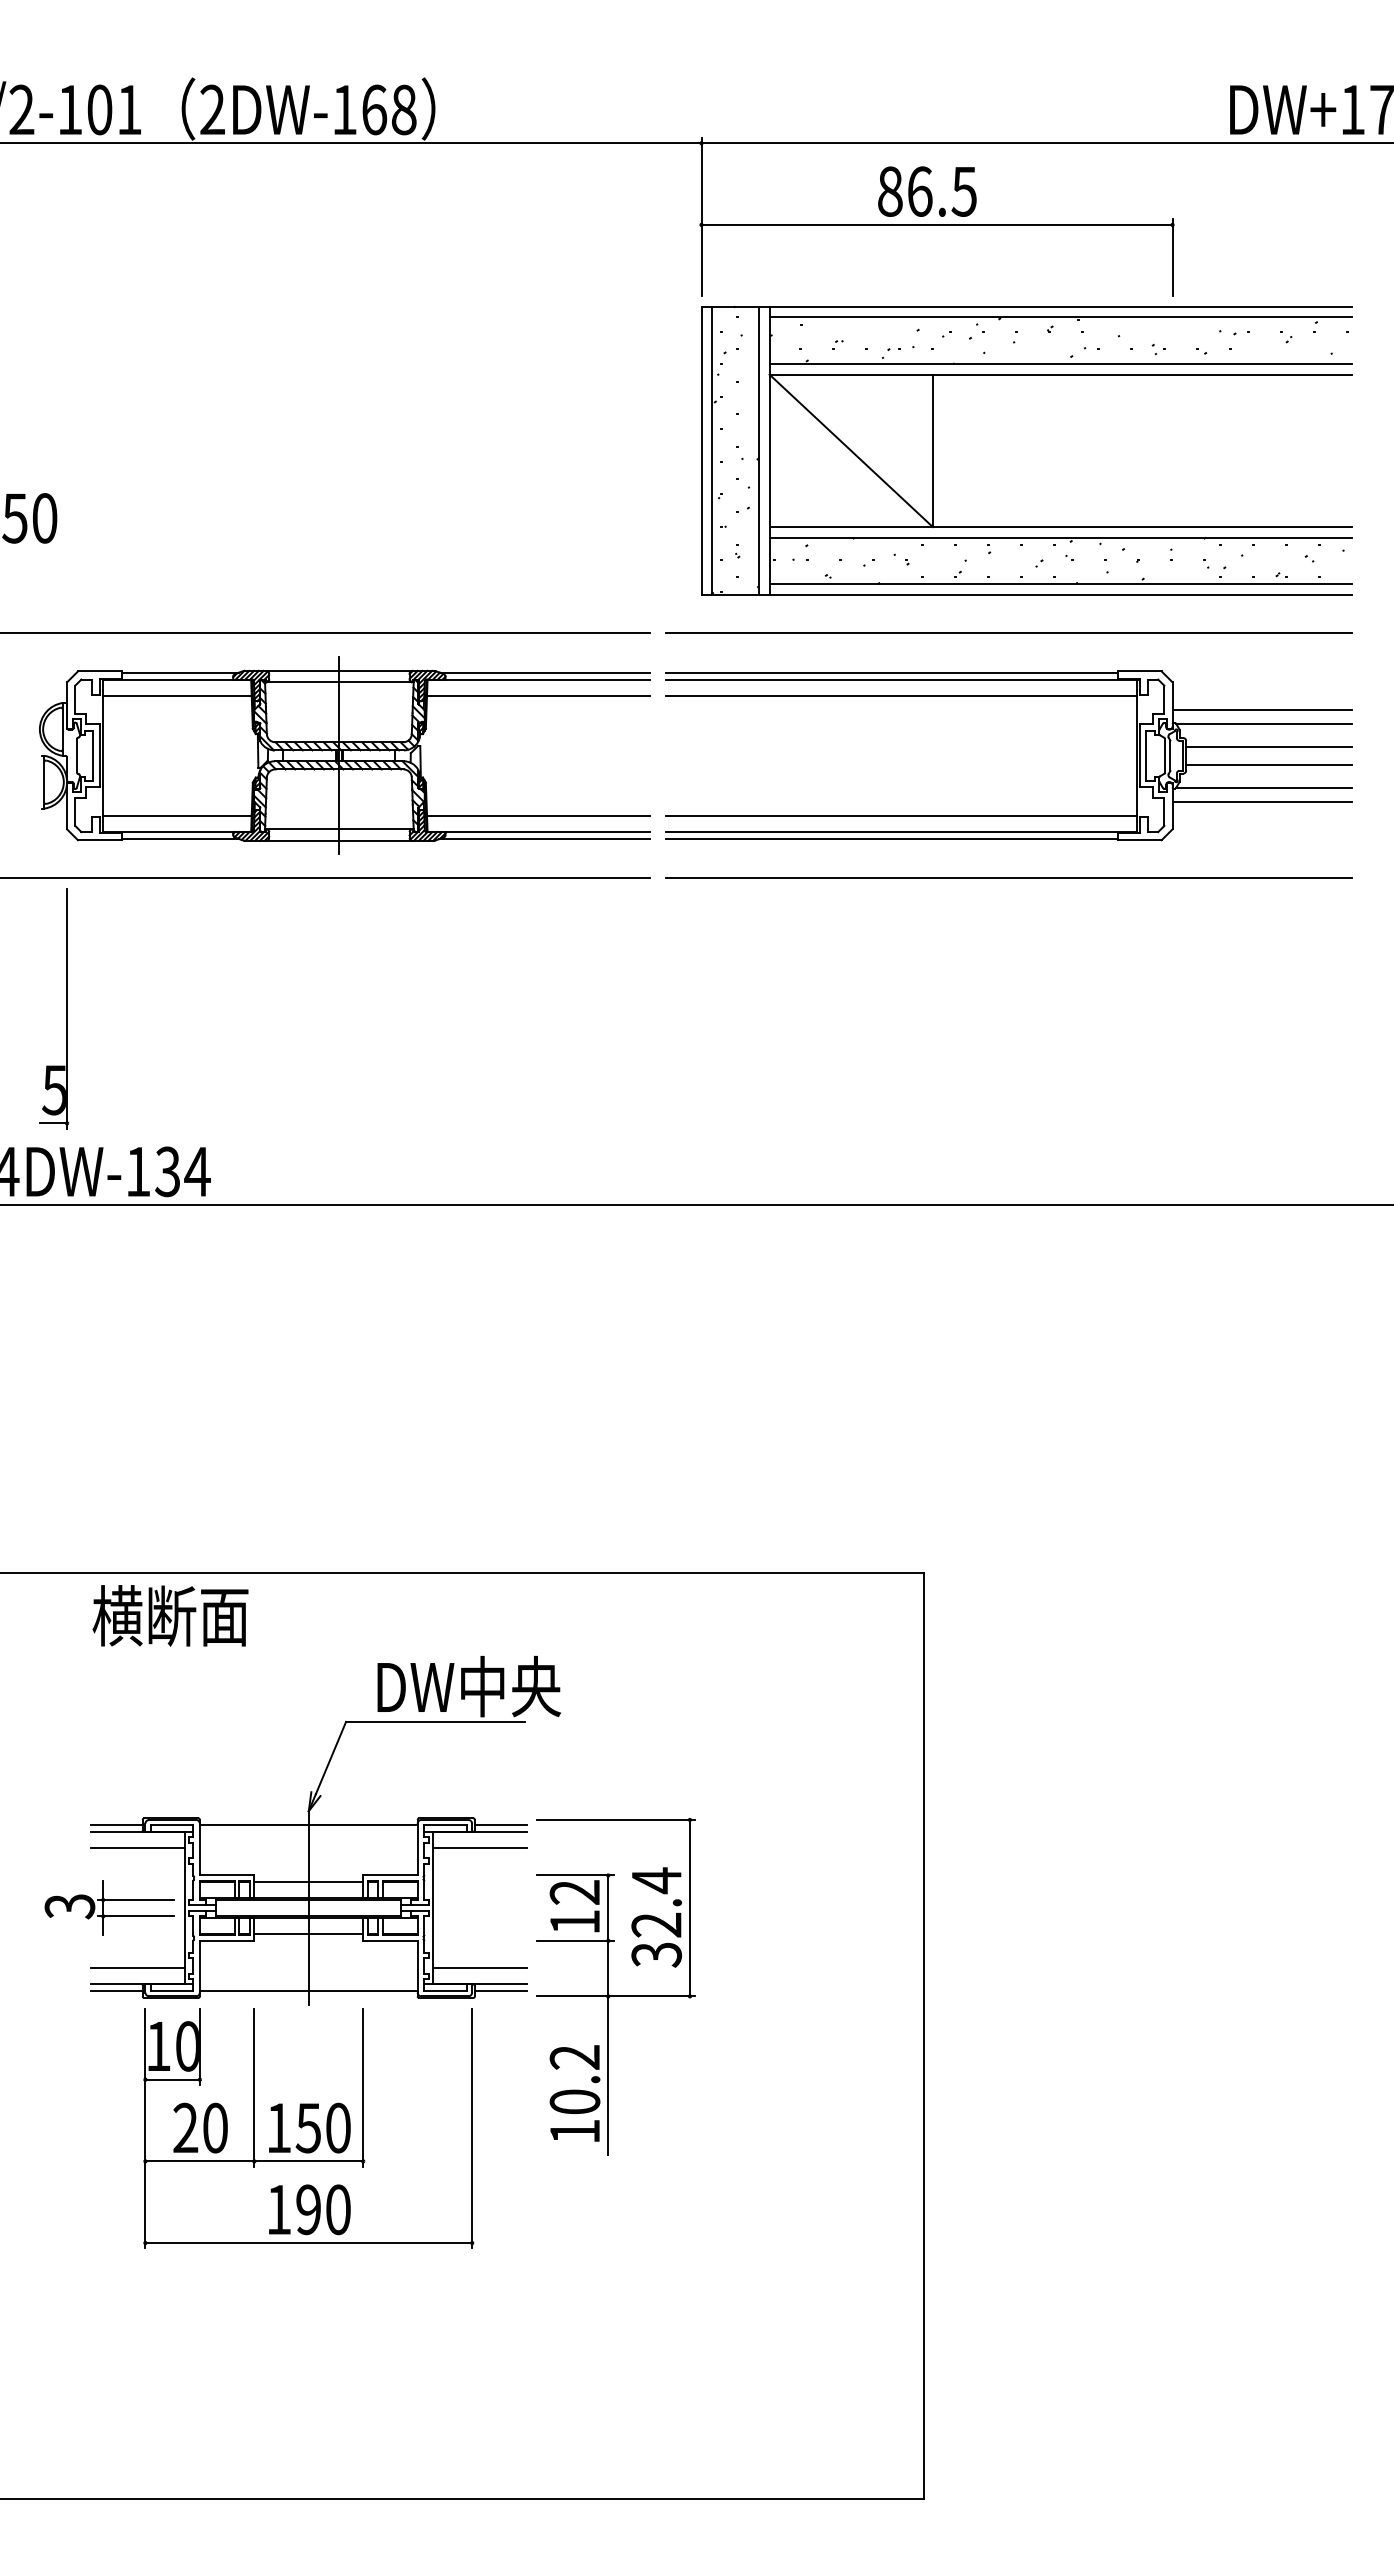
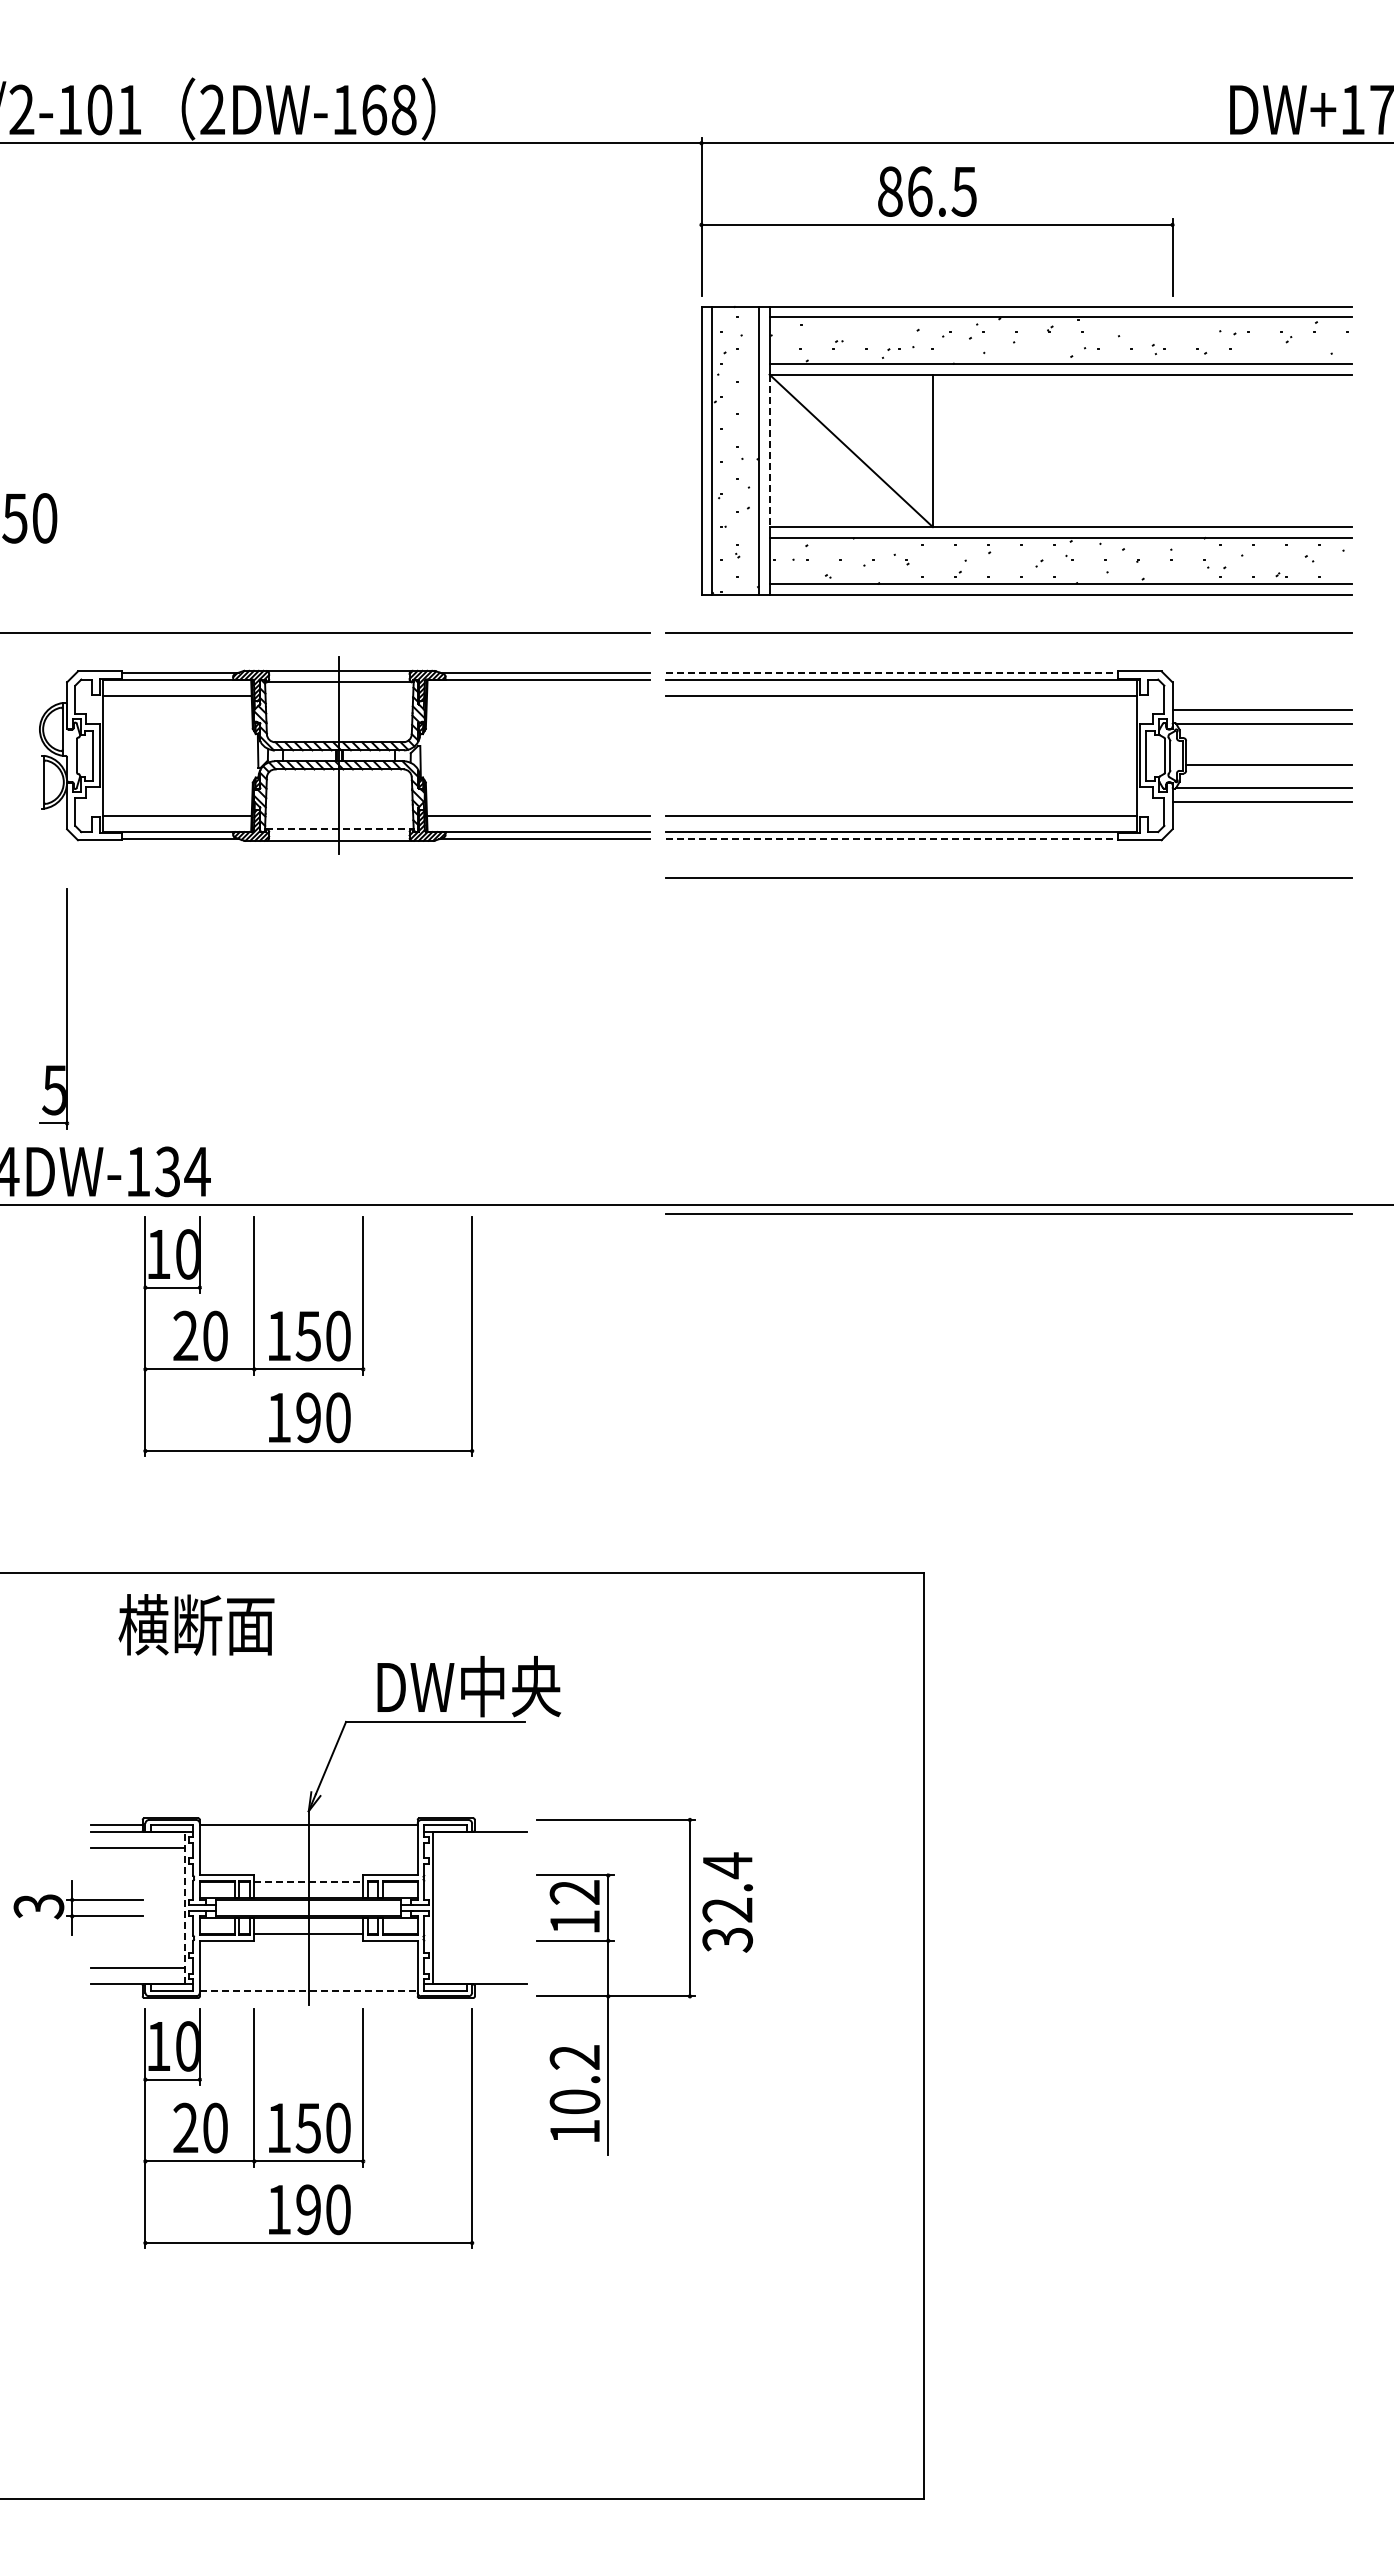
line at (769, 451): solid -> dashed
line at (892, 672): solid -> dashed
line at (538, 695): present -> none
line at (1269, 746): present -> none
line at (339, 829): solid -> dashed
line at (892, 839): solid -> dashed
line at (325, 878): present -> none
line at (1008, 1213): none -> present
part at (308, 1336): none -> present
text at (170, 1615) position: (170, 1615) -> (196, 1624)
line at (500, 1824): present -> none
line at (479, 1848): present -> none
line at (309, 1882): solid -> dashed
part at (109, 1907) position: (109, 1907) -> (78, 1907)
line at (184, 1907): solid -> dashed
text at (656, 1917) position: (656, 1917) -> (727, 1902)
line at (479, 1968): present -> none
line at (116, 1991): present -> none
line at (308, 1991): solid -> dashed
line at (500, 1991): present -> none
